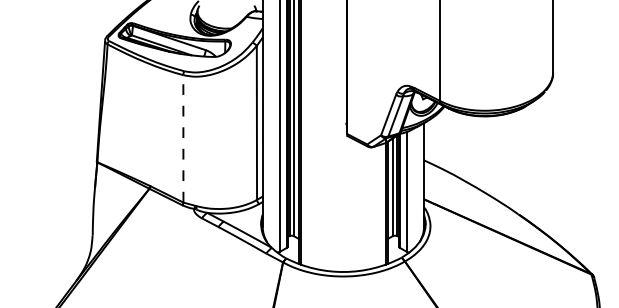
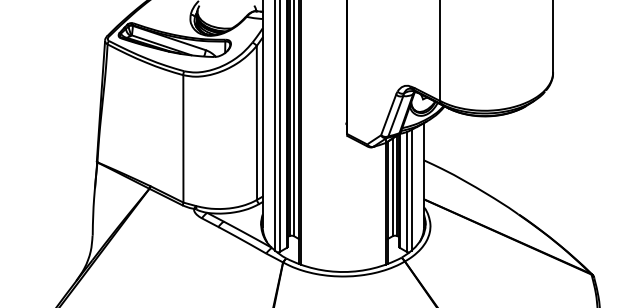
line at (274, 126): none -> present
line at (183, 137): dashed -> solid
line at (411, 189): none -> present
